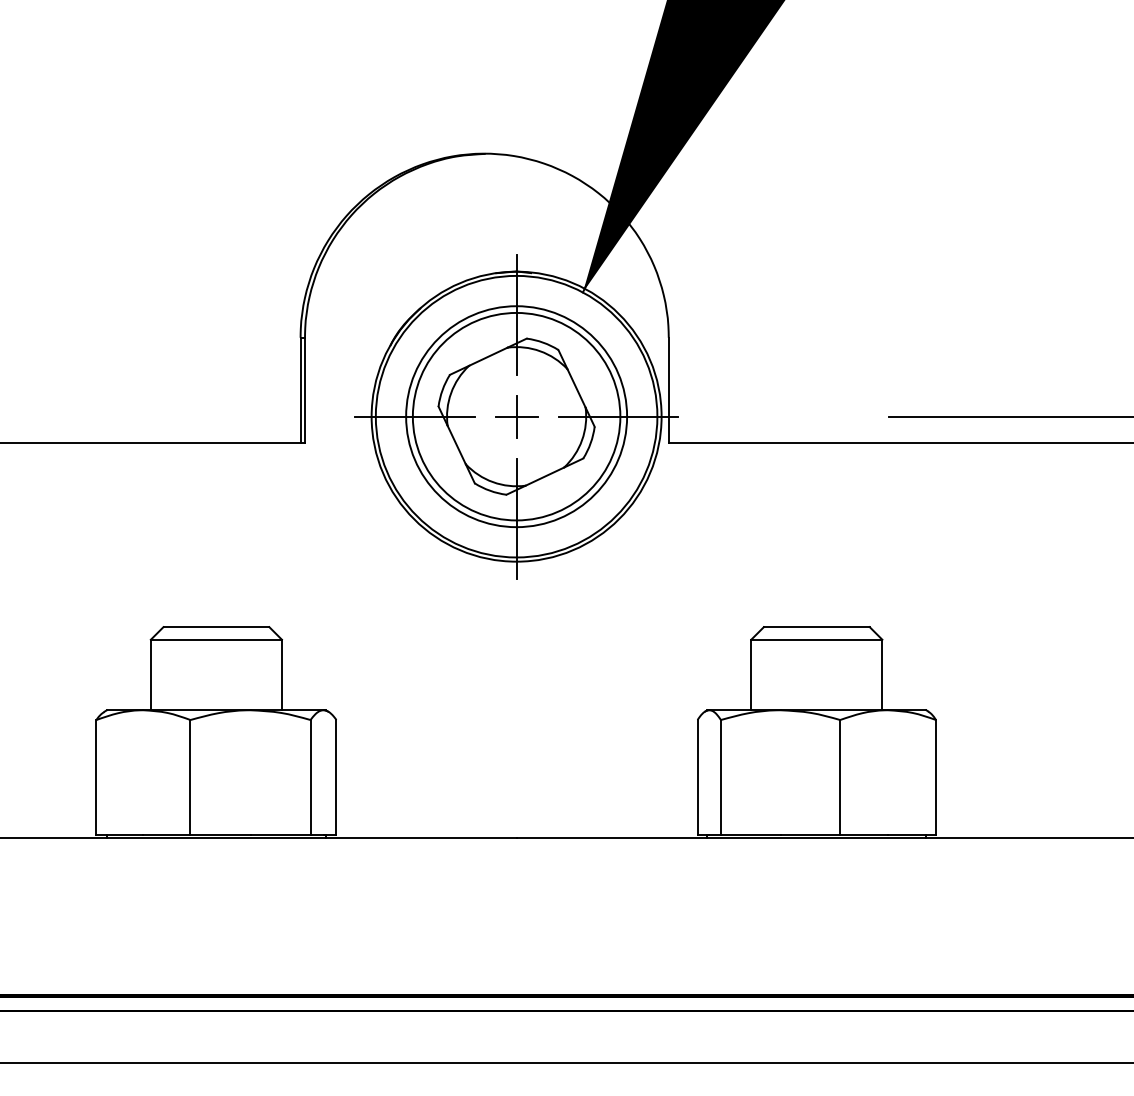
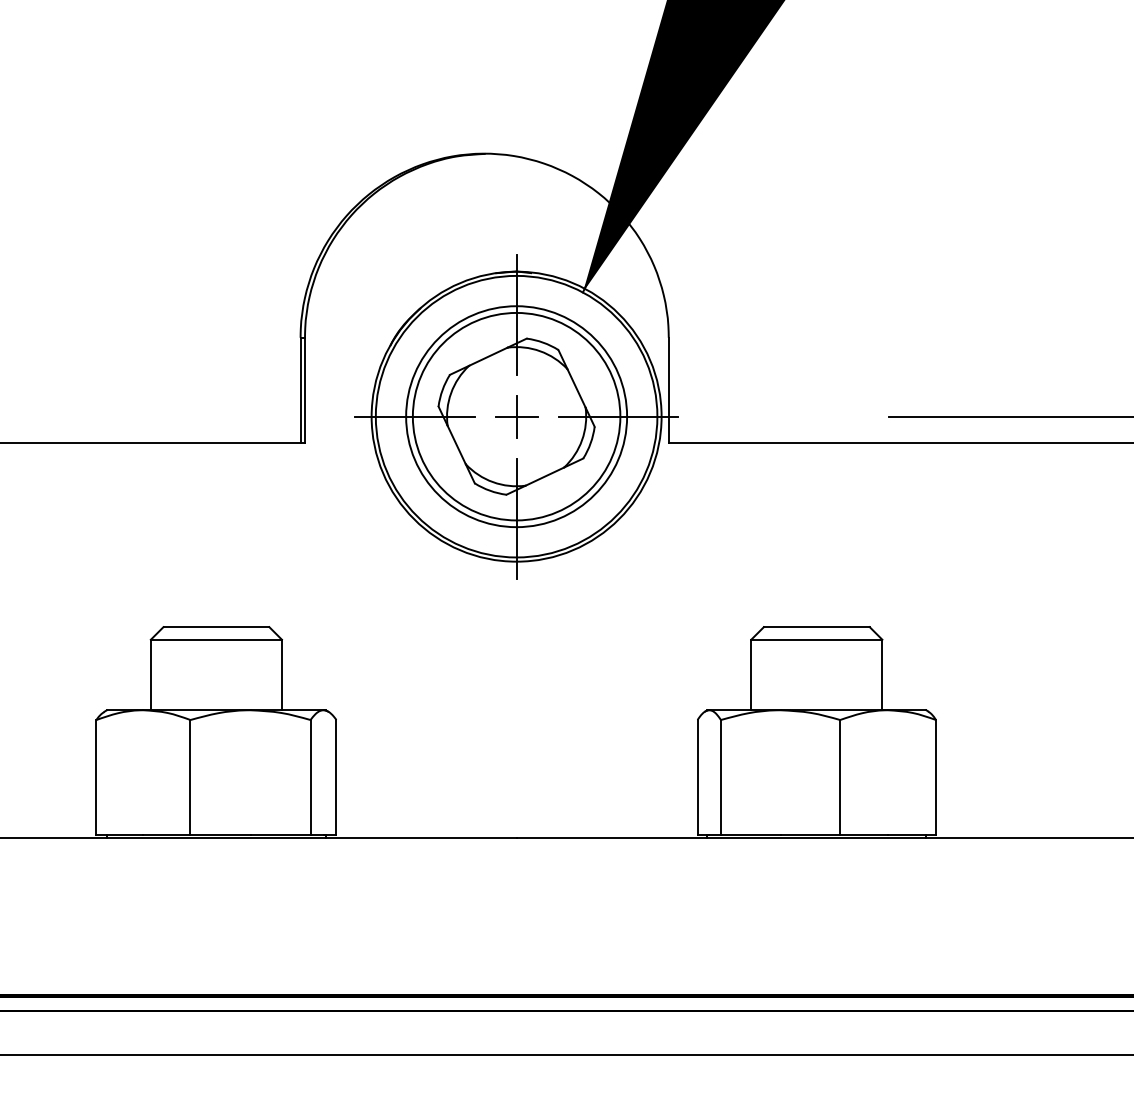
line at (566, 1063) position: (566, 1063) -> (566, 1055)
